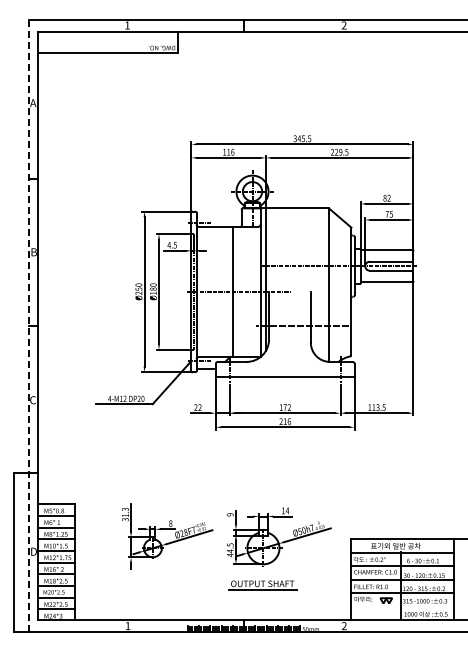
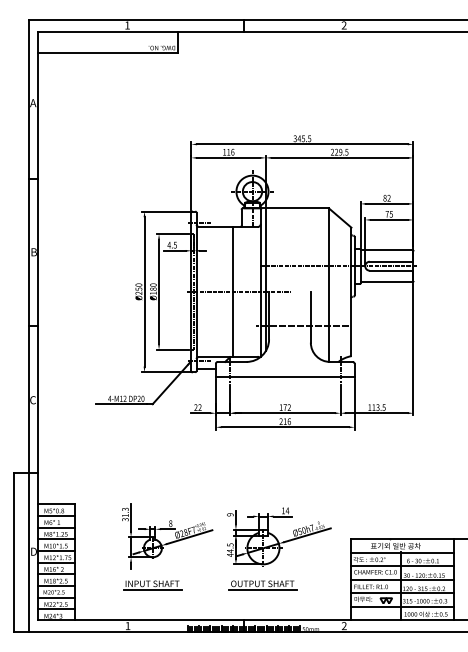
line at (28, 325): dashed -> solid
part at (152, 585): none -> present
line at (402, 606): none -> present
